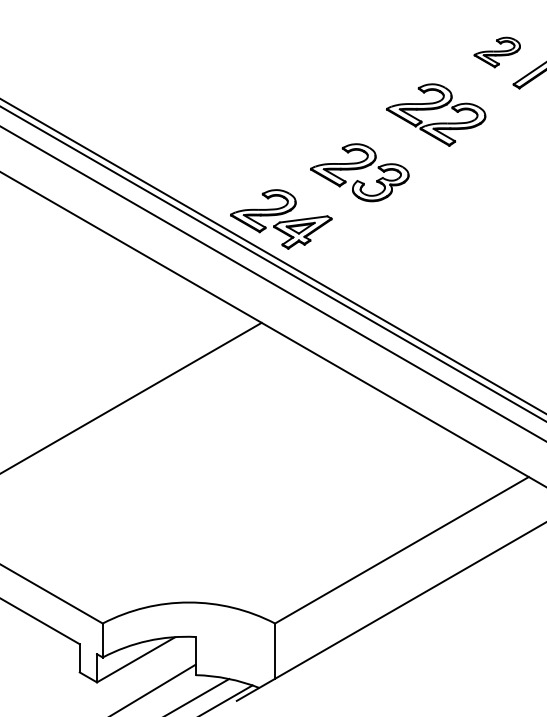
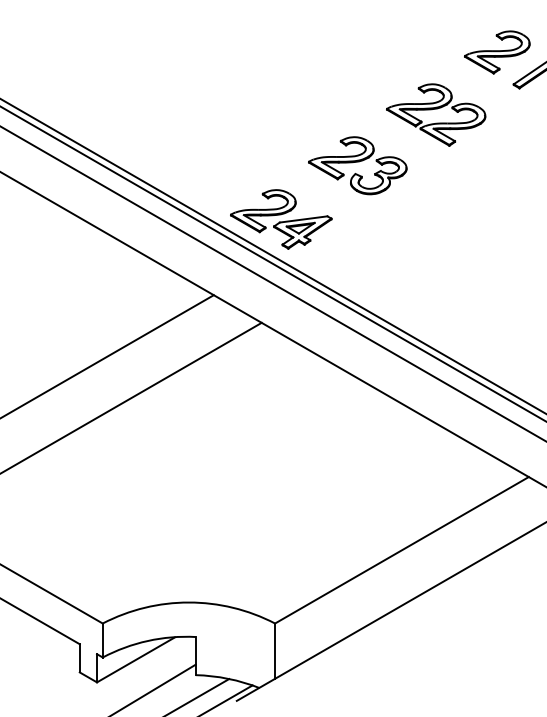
part at (496, 52) size: 48x33 px -> 67x45 px
part at (359, 172) position: (359, 172) -> (357, 165)
line at (107, 356): none -> present
